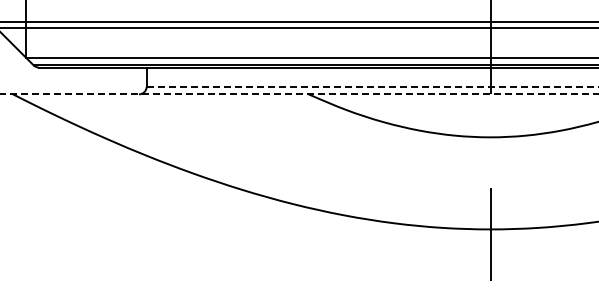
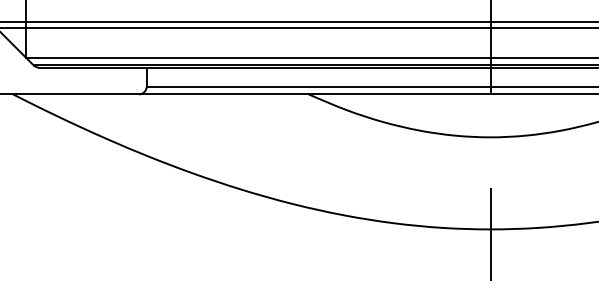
line at (372, 86): dashed -> solid
line at (299, 94): dashed -> solid
